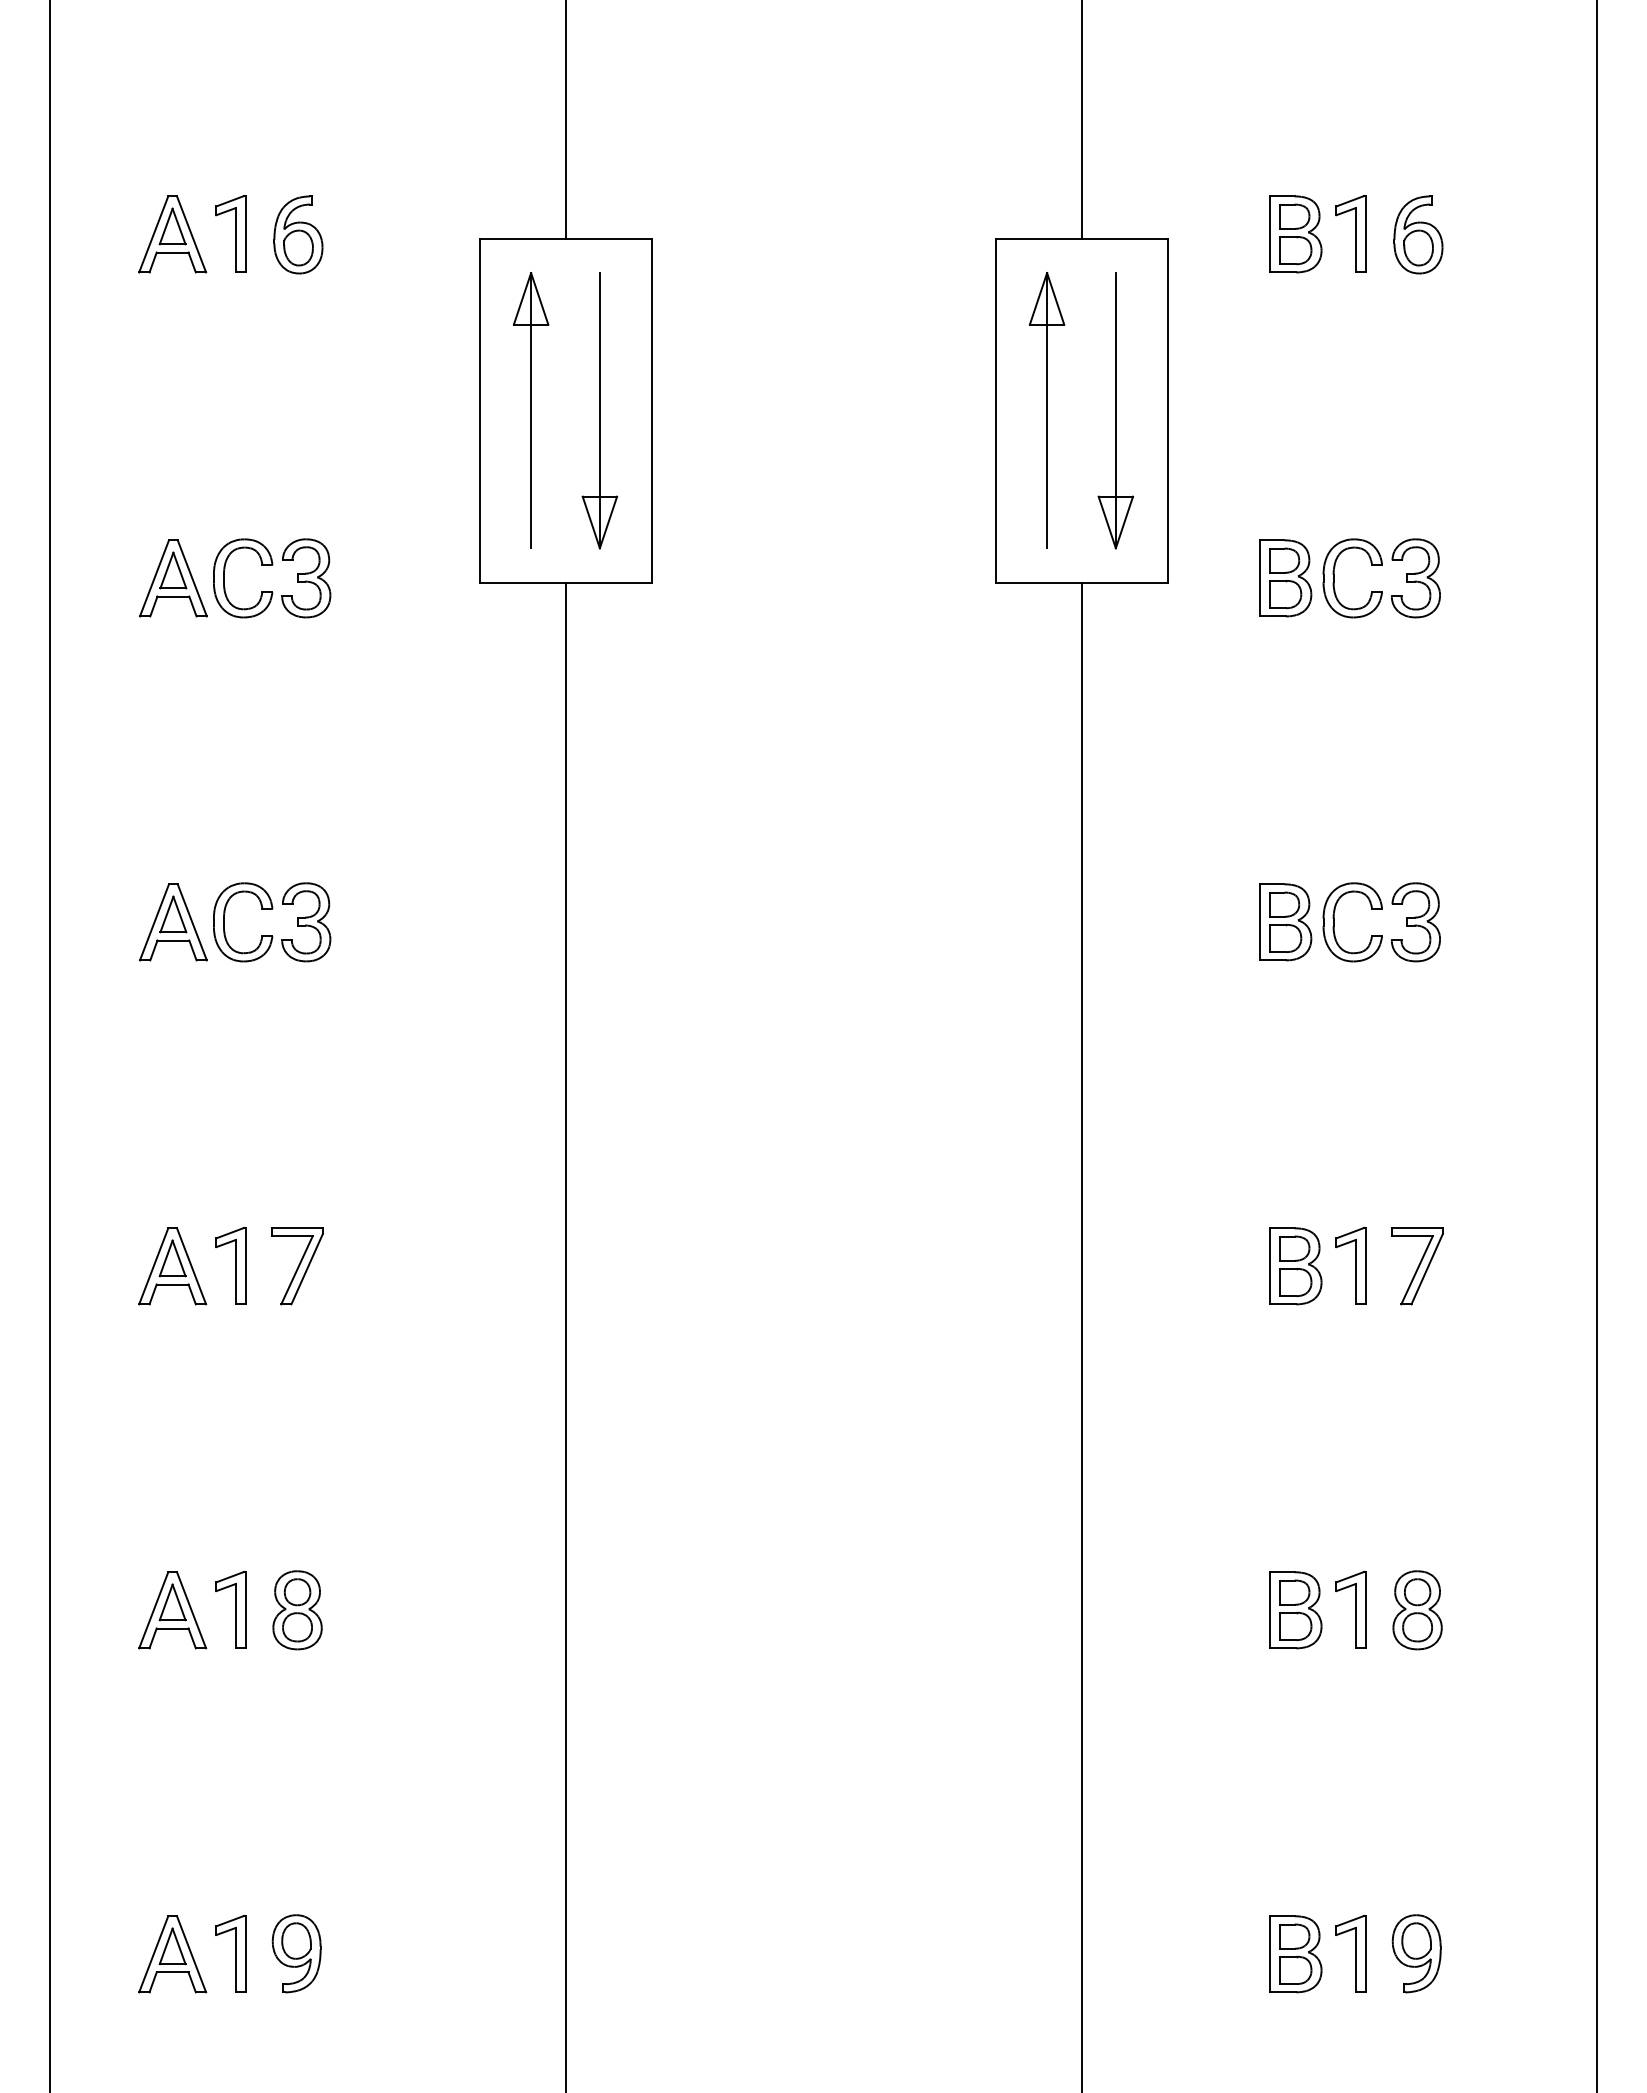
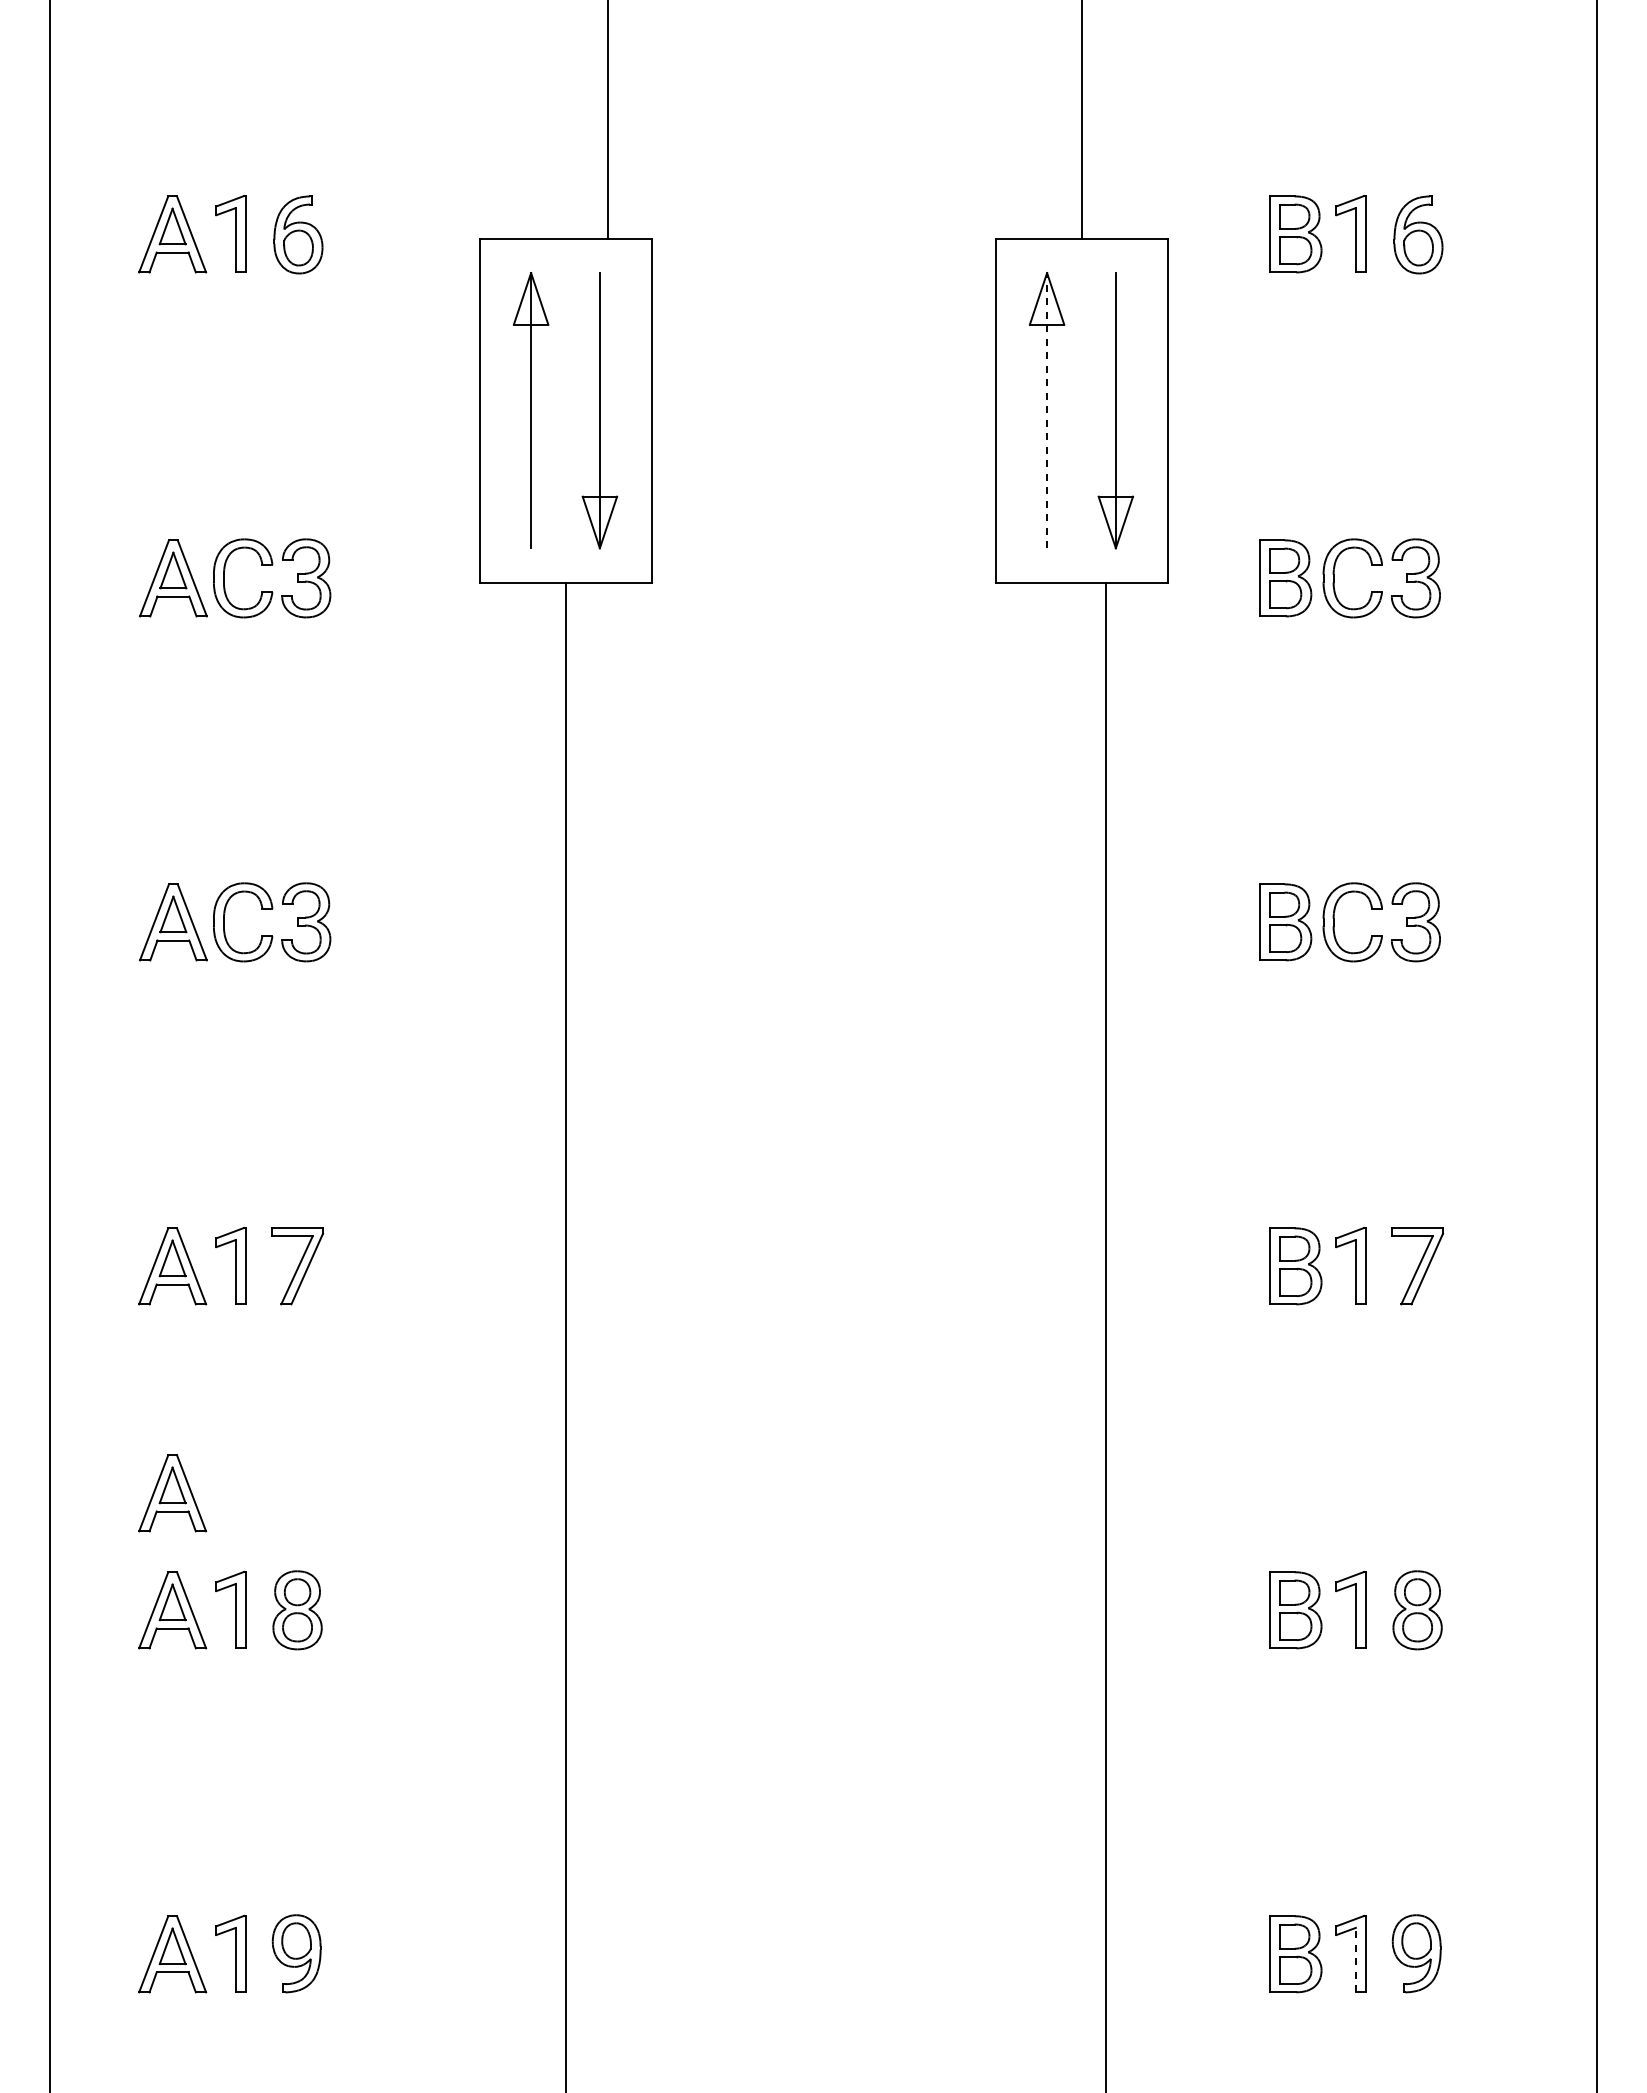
line at (565, 120) position: (565, 120) -> (607, 120)
line at (1047, 410): solid -> dashed
line at (1081, 1335) position: (1081, 1335) -> (1105, 1335)
part at (172, 1493): none -> present
line at (1355, 1959): solid -> dashed
